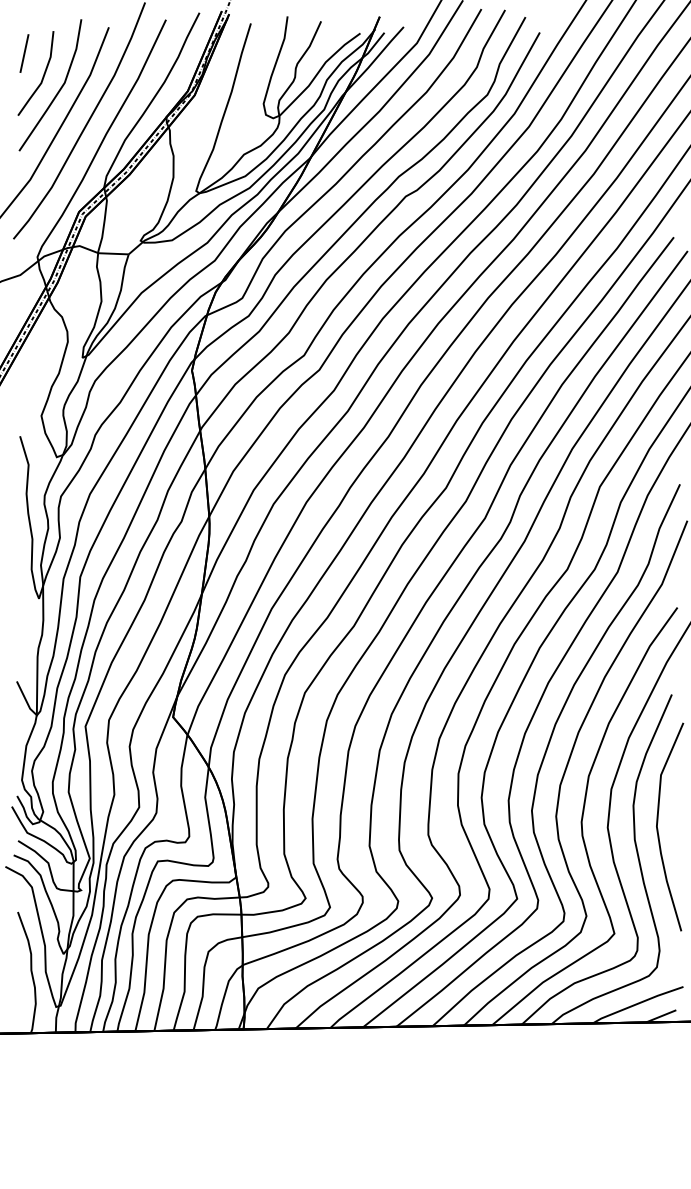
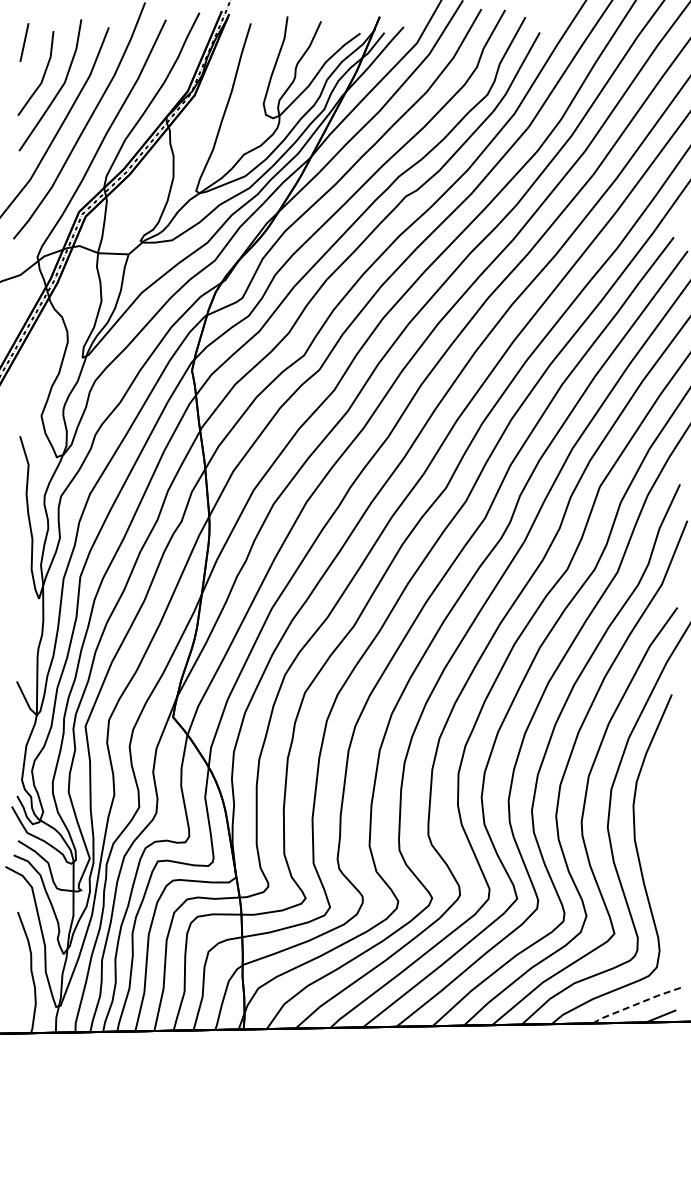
line at (24, 53) position: (24, 53) -> (24, 42)
curve at (658, 828): present -> none
line at (638, 1003): solid -> dashed
